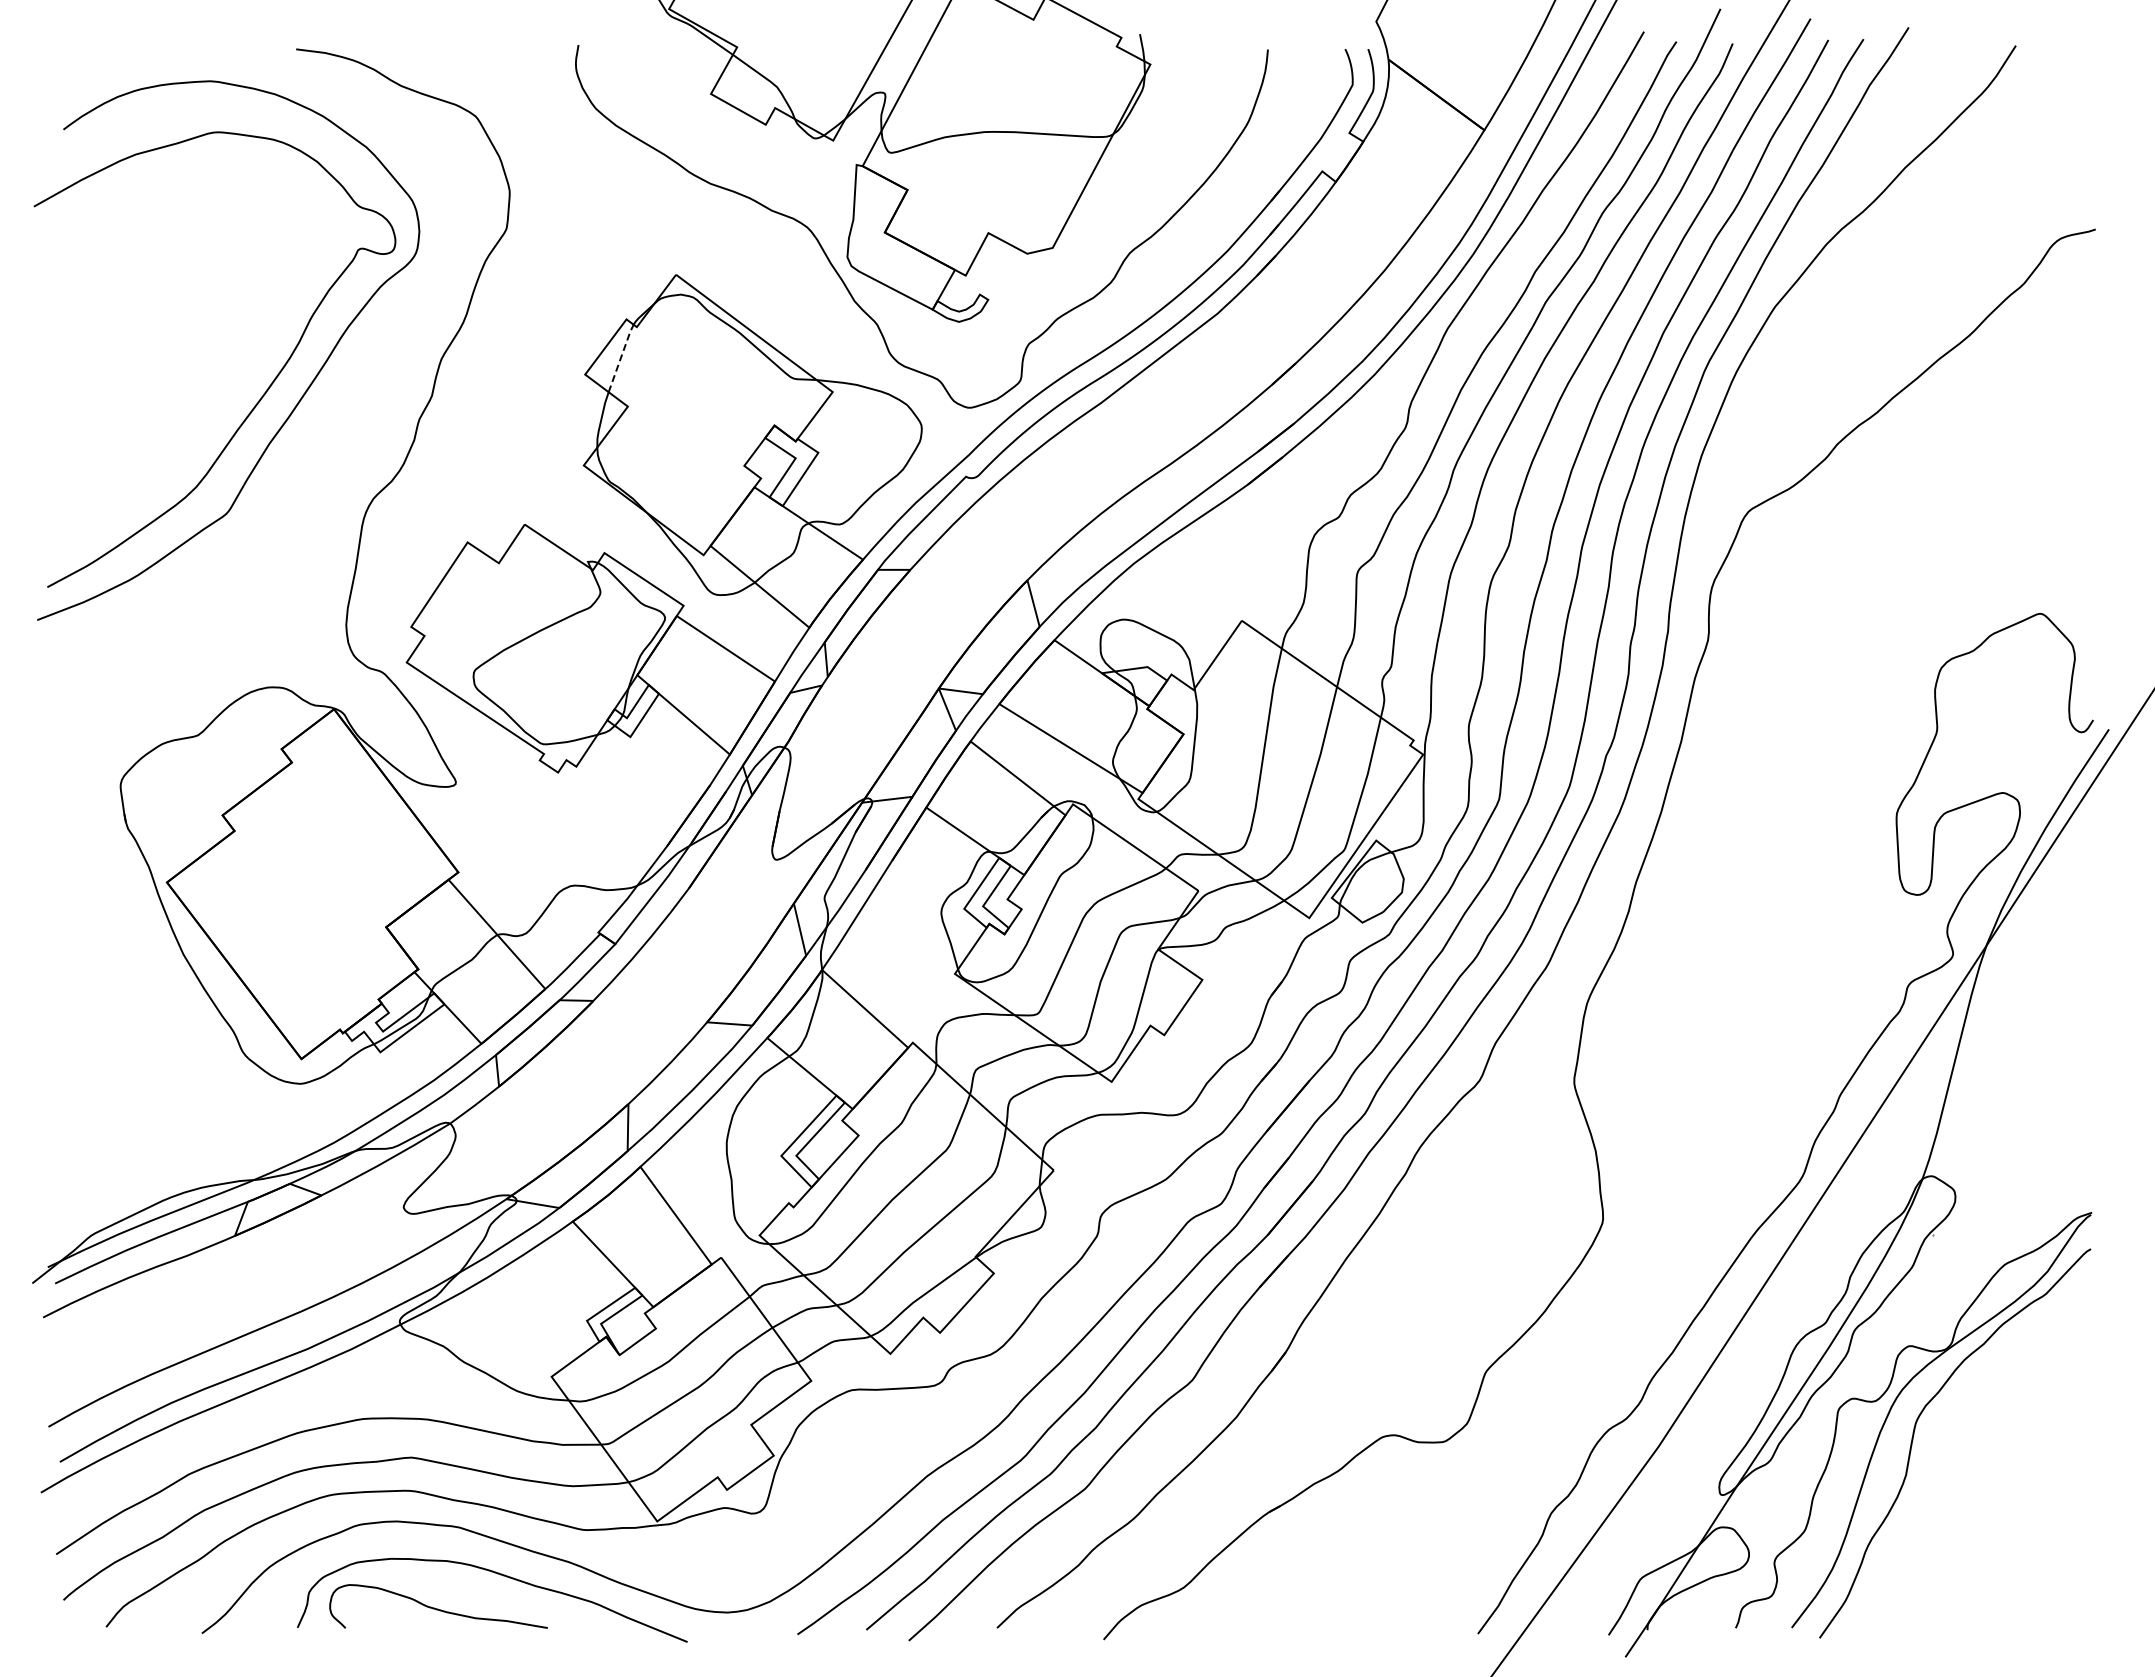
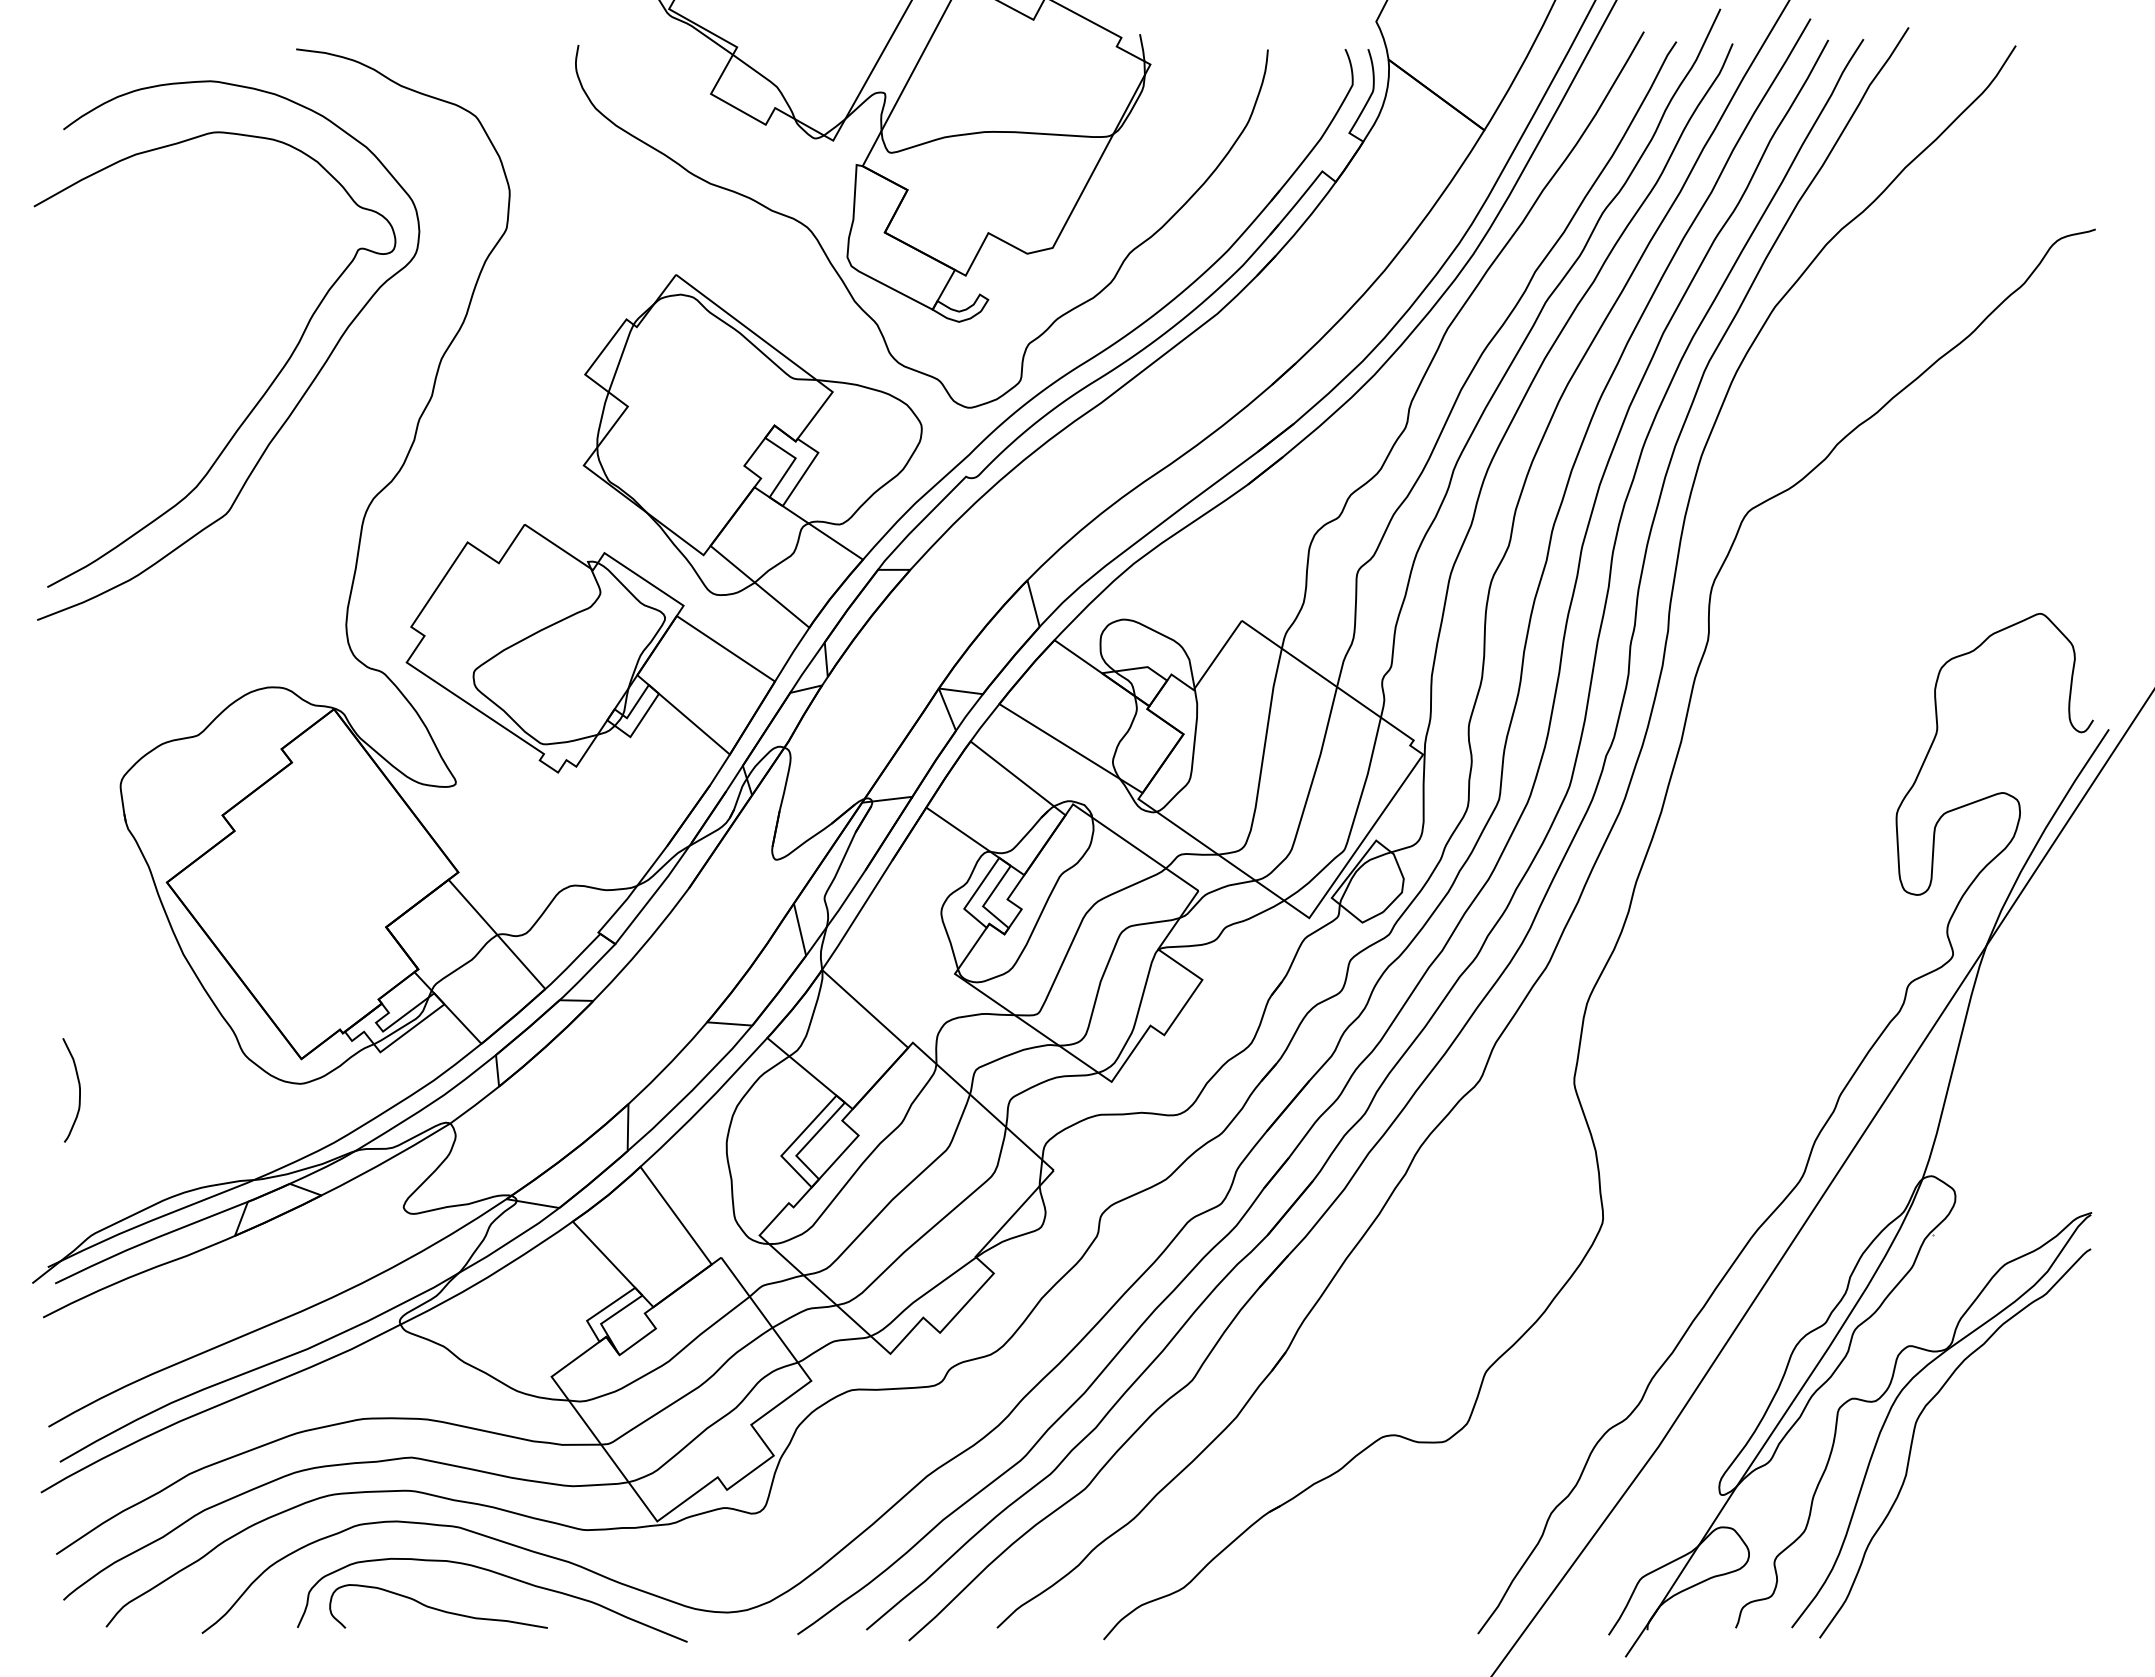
line at (621, 357): dashed -> solid
curve at (79, 1090): none -> present
